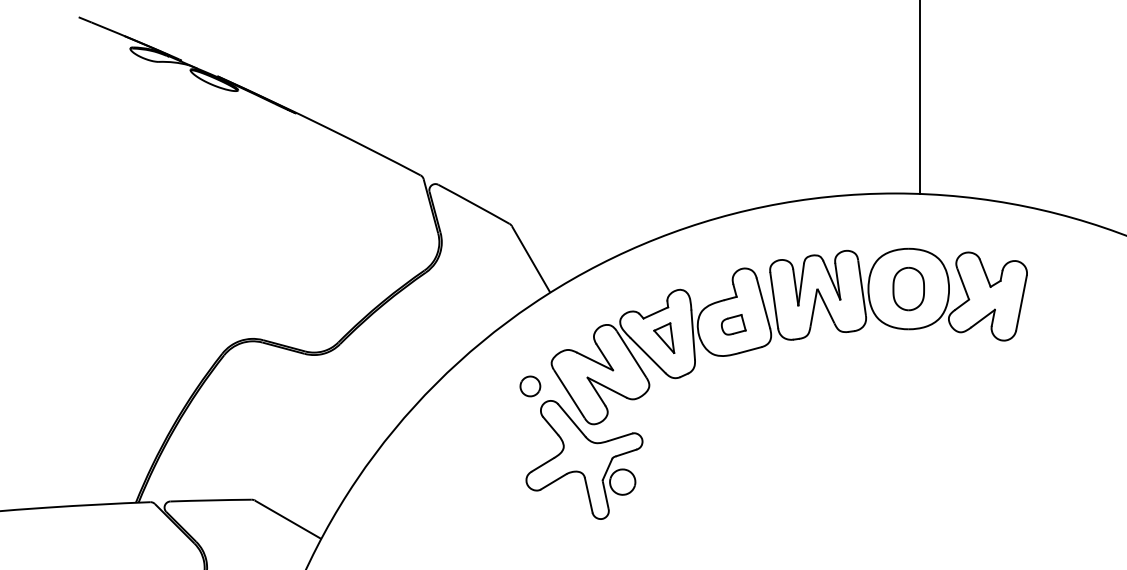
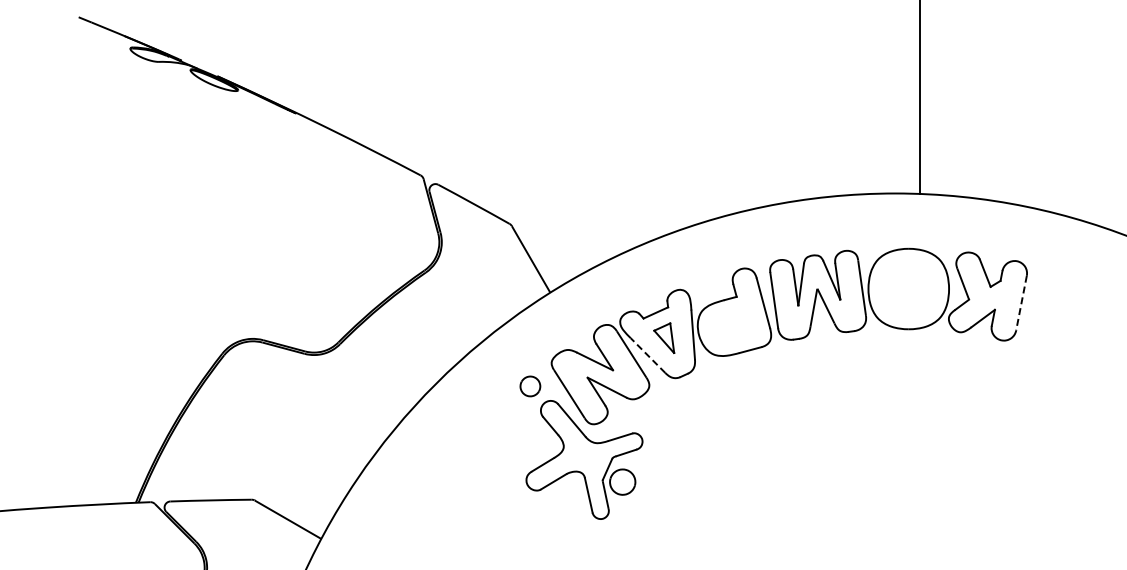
part at (908, 288): present -> none
line at (1021, 303): solid -> dashed
part at (733, 324): present -> none
line at (648, 355): solid -> dashed
